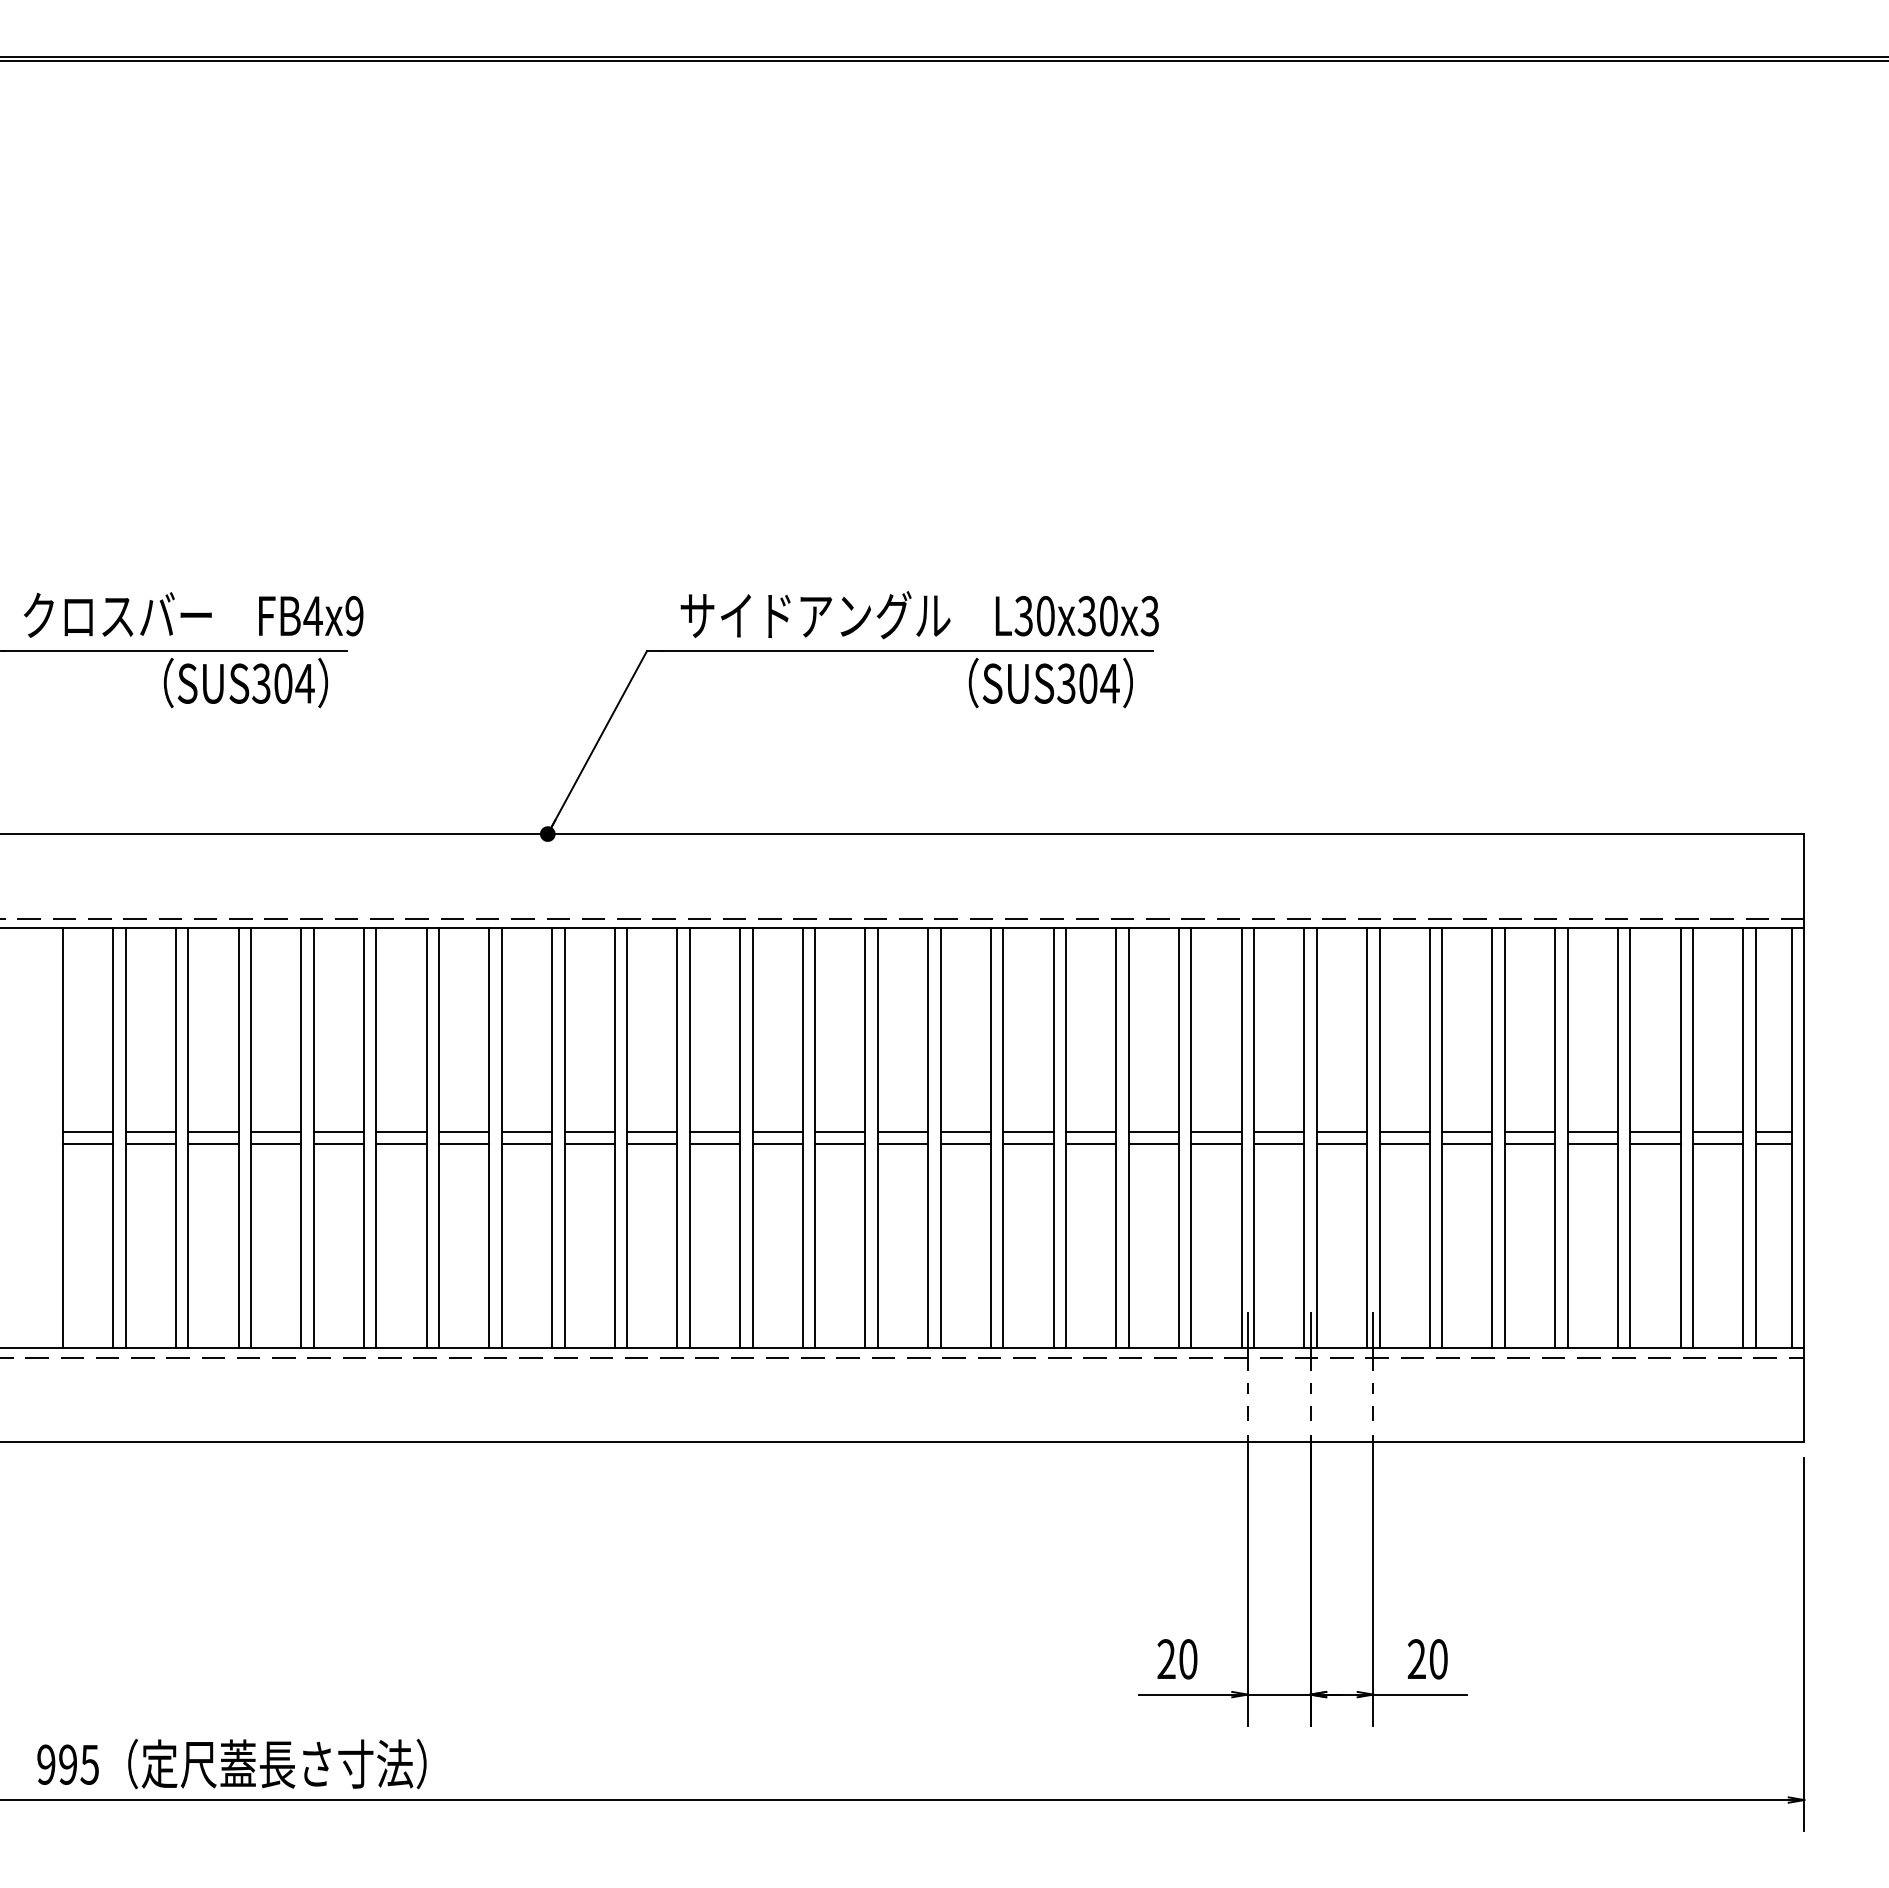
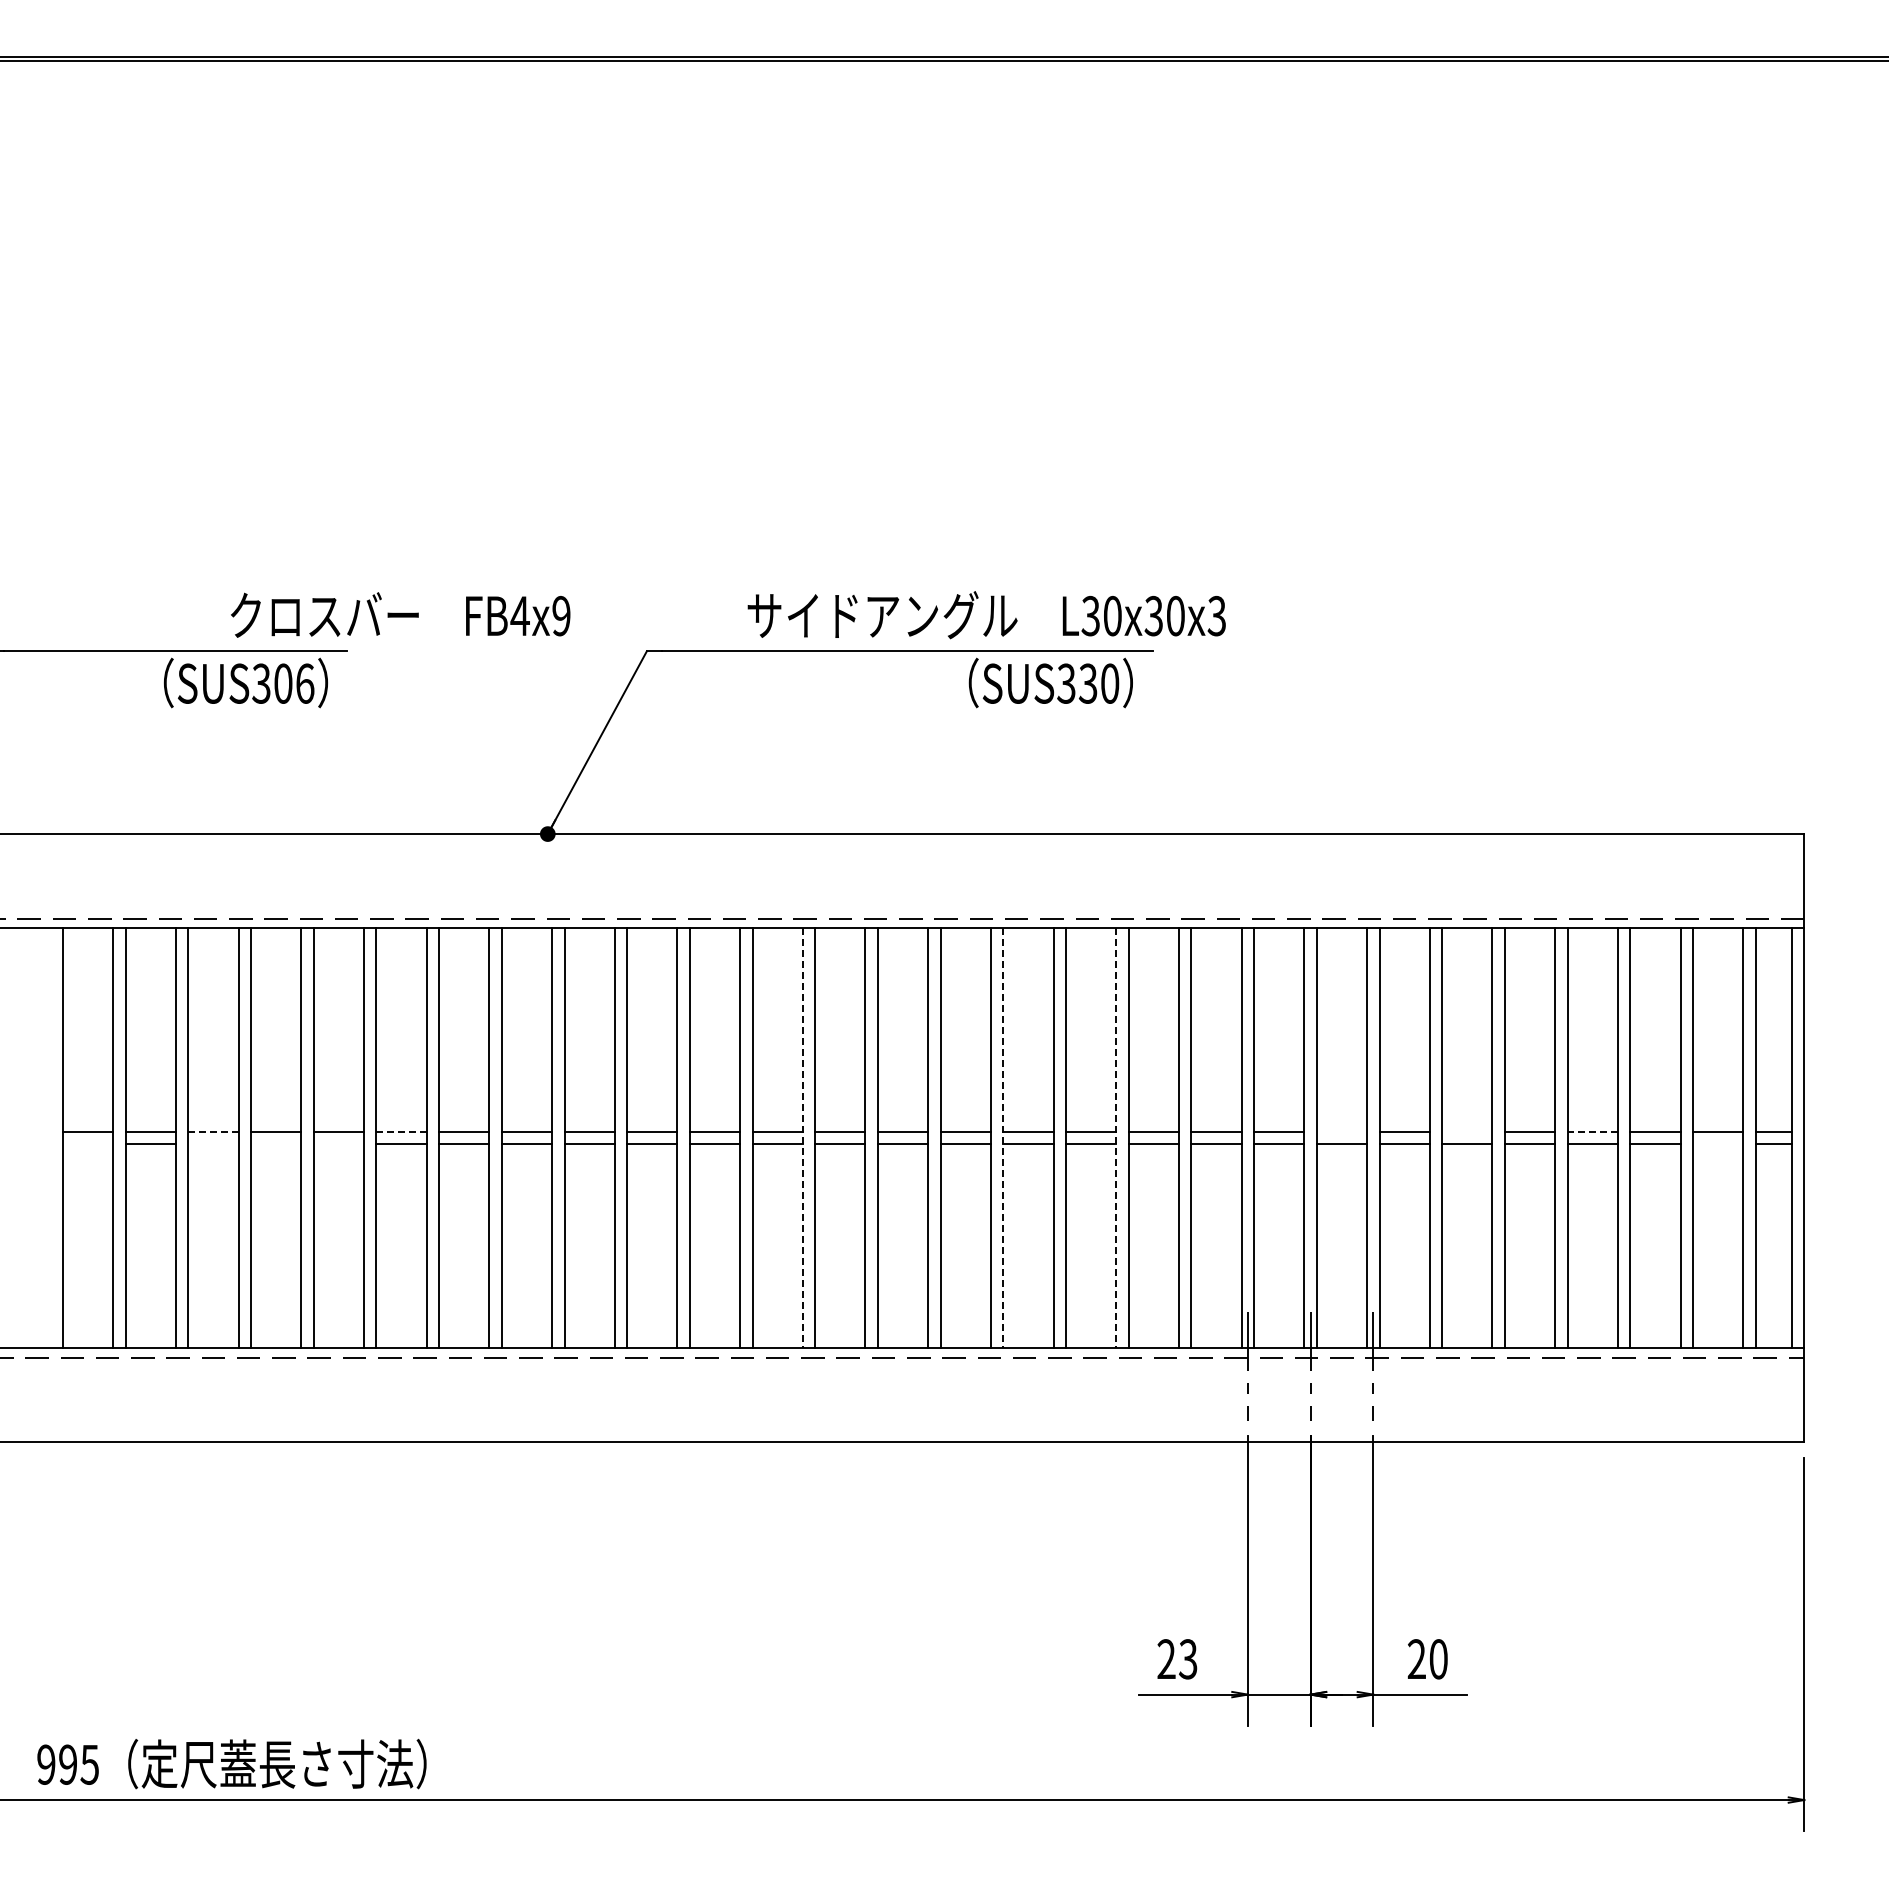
text at (193, 614) position: (193, 614) -> (400, 614)
text at (919, 615) position: (919, 615) -> (986, 615)
text at (304, 683): SUS304 -> SUS306
text at (1098, 683): SUS304 -> SUS330
line at (212, 1131): solid -> dashed
line at (401, 1131): solid -> dashed
line at (1341, 1131): present -> none
line at (1467, 1131): present -> none
line at (1592, 1131): solid -> dashed
line at (802, 1138): solid -> dashed
line at (1003, 1138): solid -> dashed
line at (1116, 1138): solid -> dashed
line at (87, 1144): present -> none
line at (213, 1144): present -> none
line at (276, 1144): present -> none
line at (338, 1144): present -> none
line at (1718, 1144): present -> none
text at (1188, 1659): 20 -> 23
